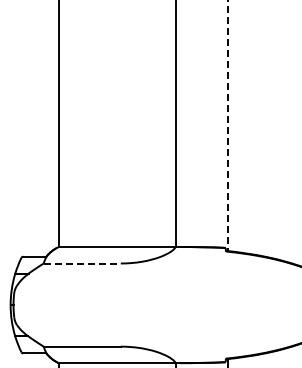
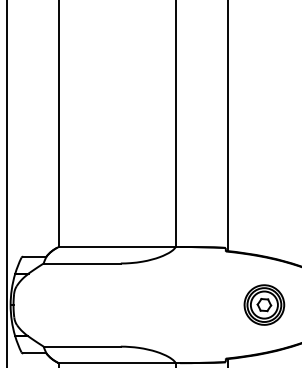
line at (227, 126): dashed -> solid
line at (6, 183): none -> present
line at (82, 263): dashed -> solid
part at (264, 304): none -> present
